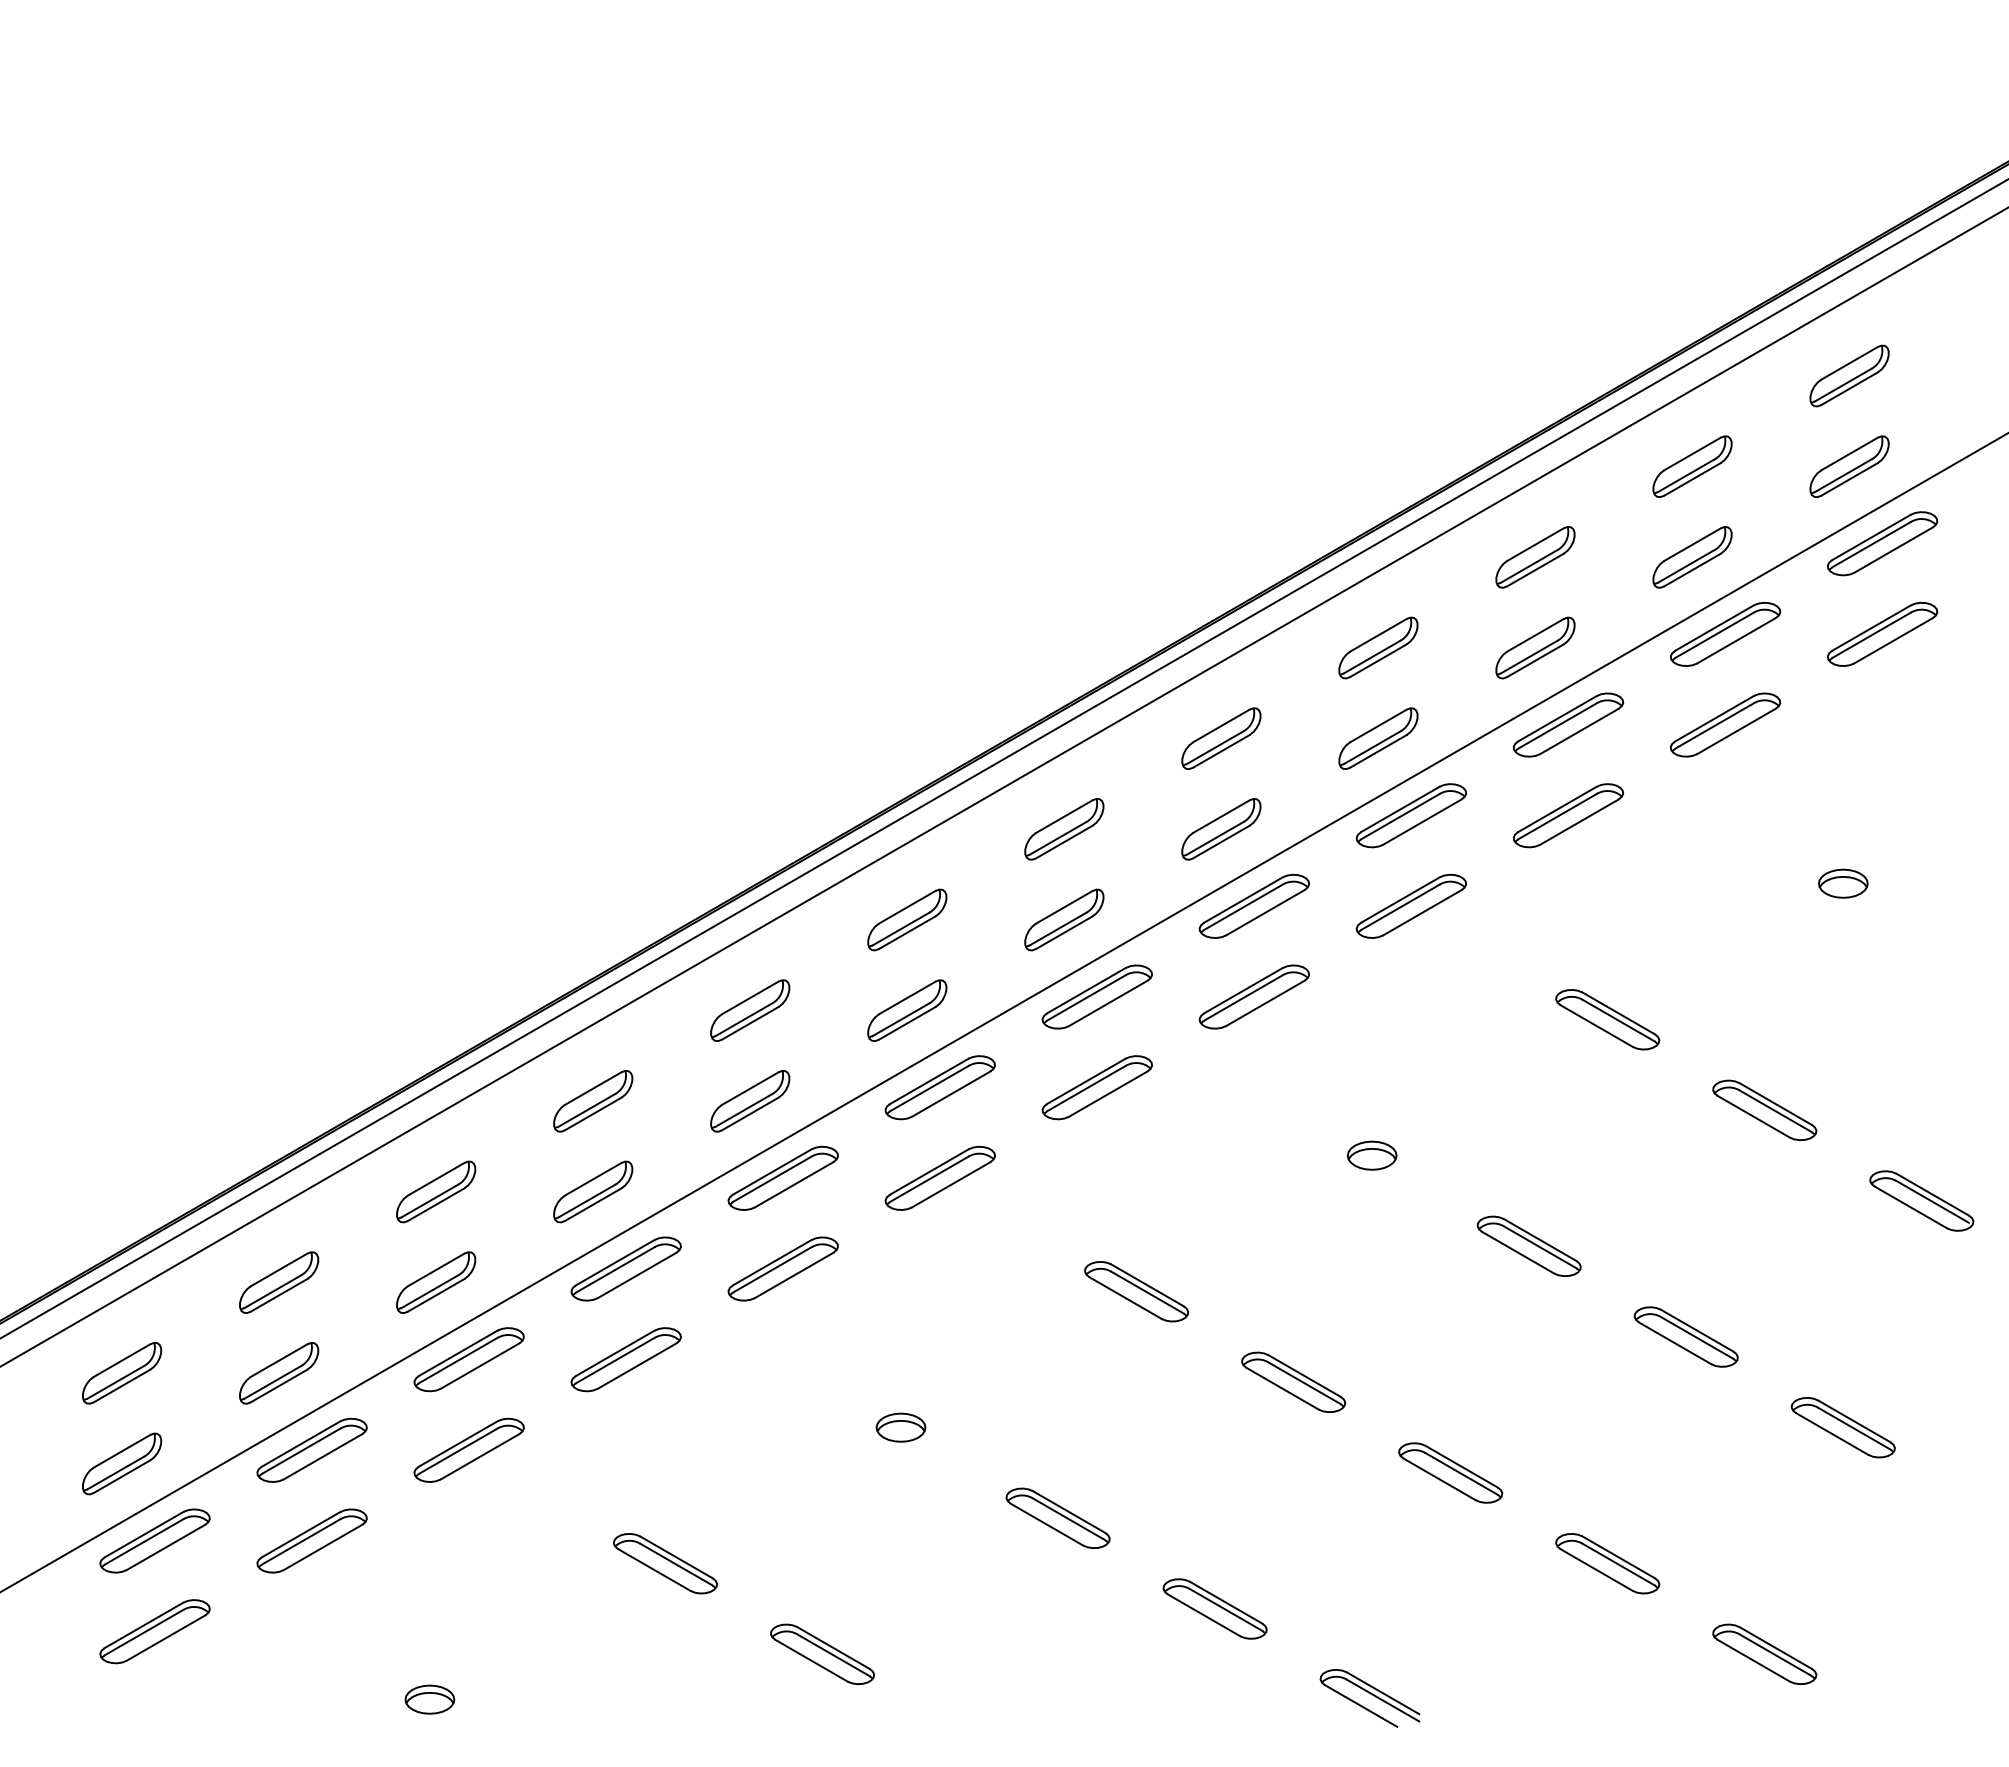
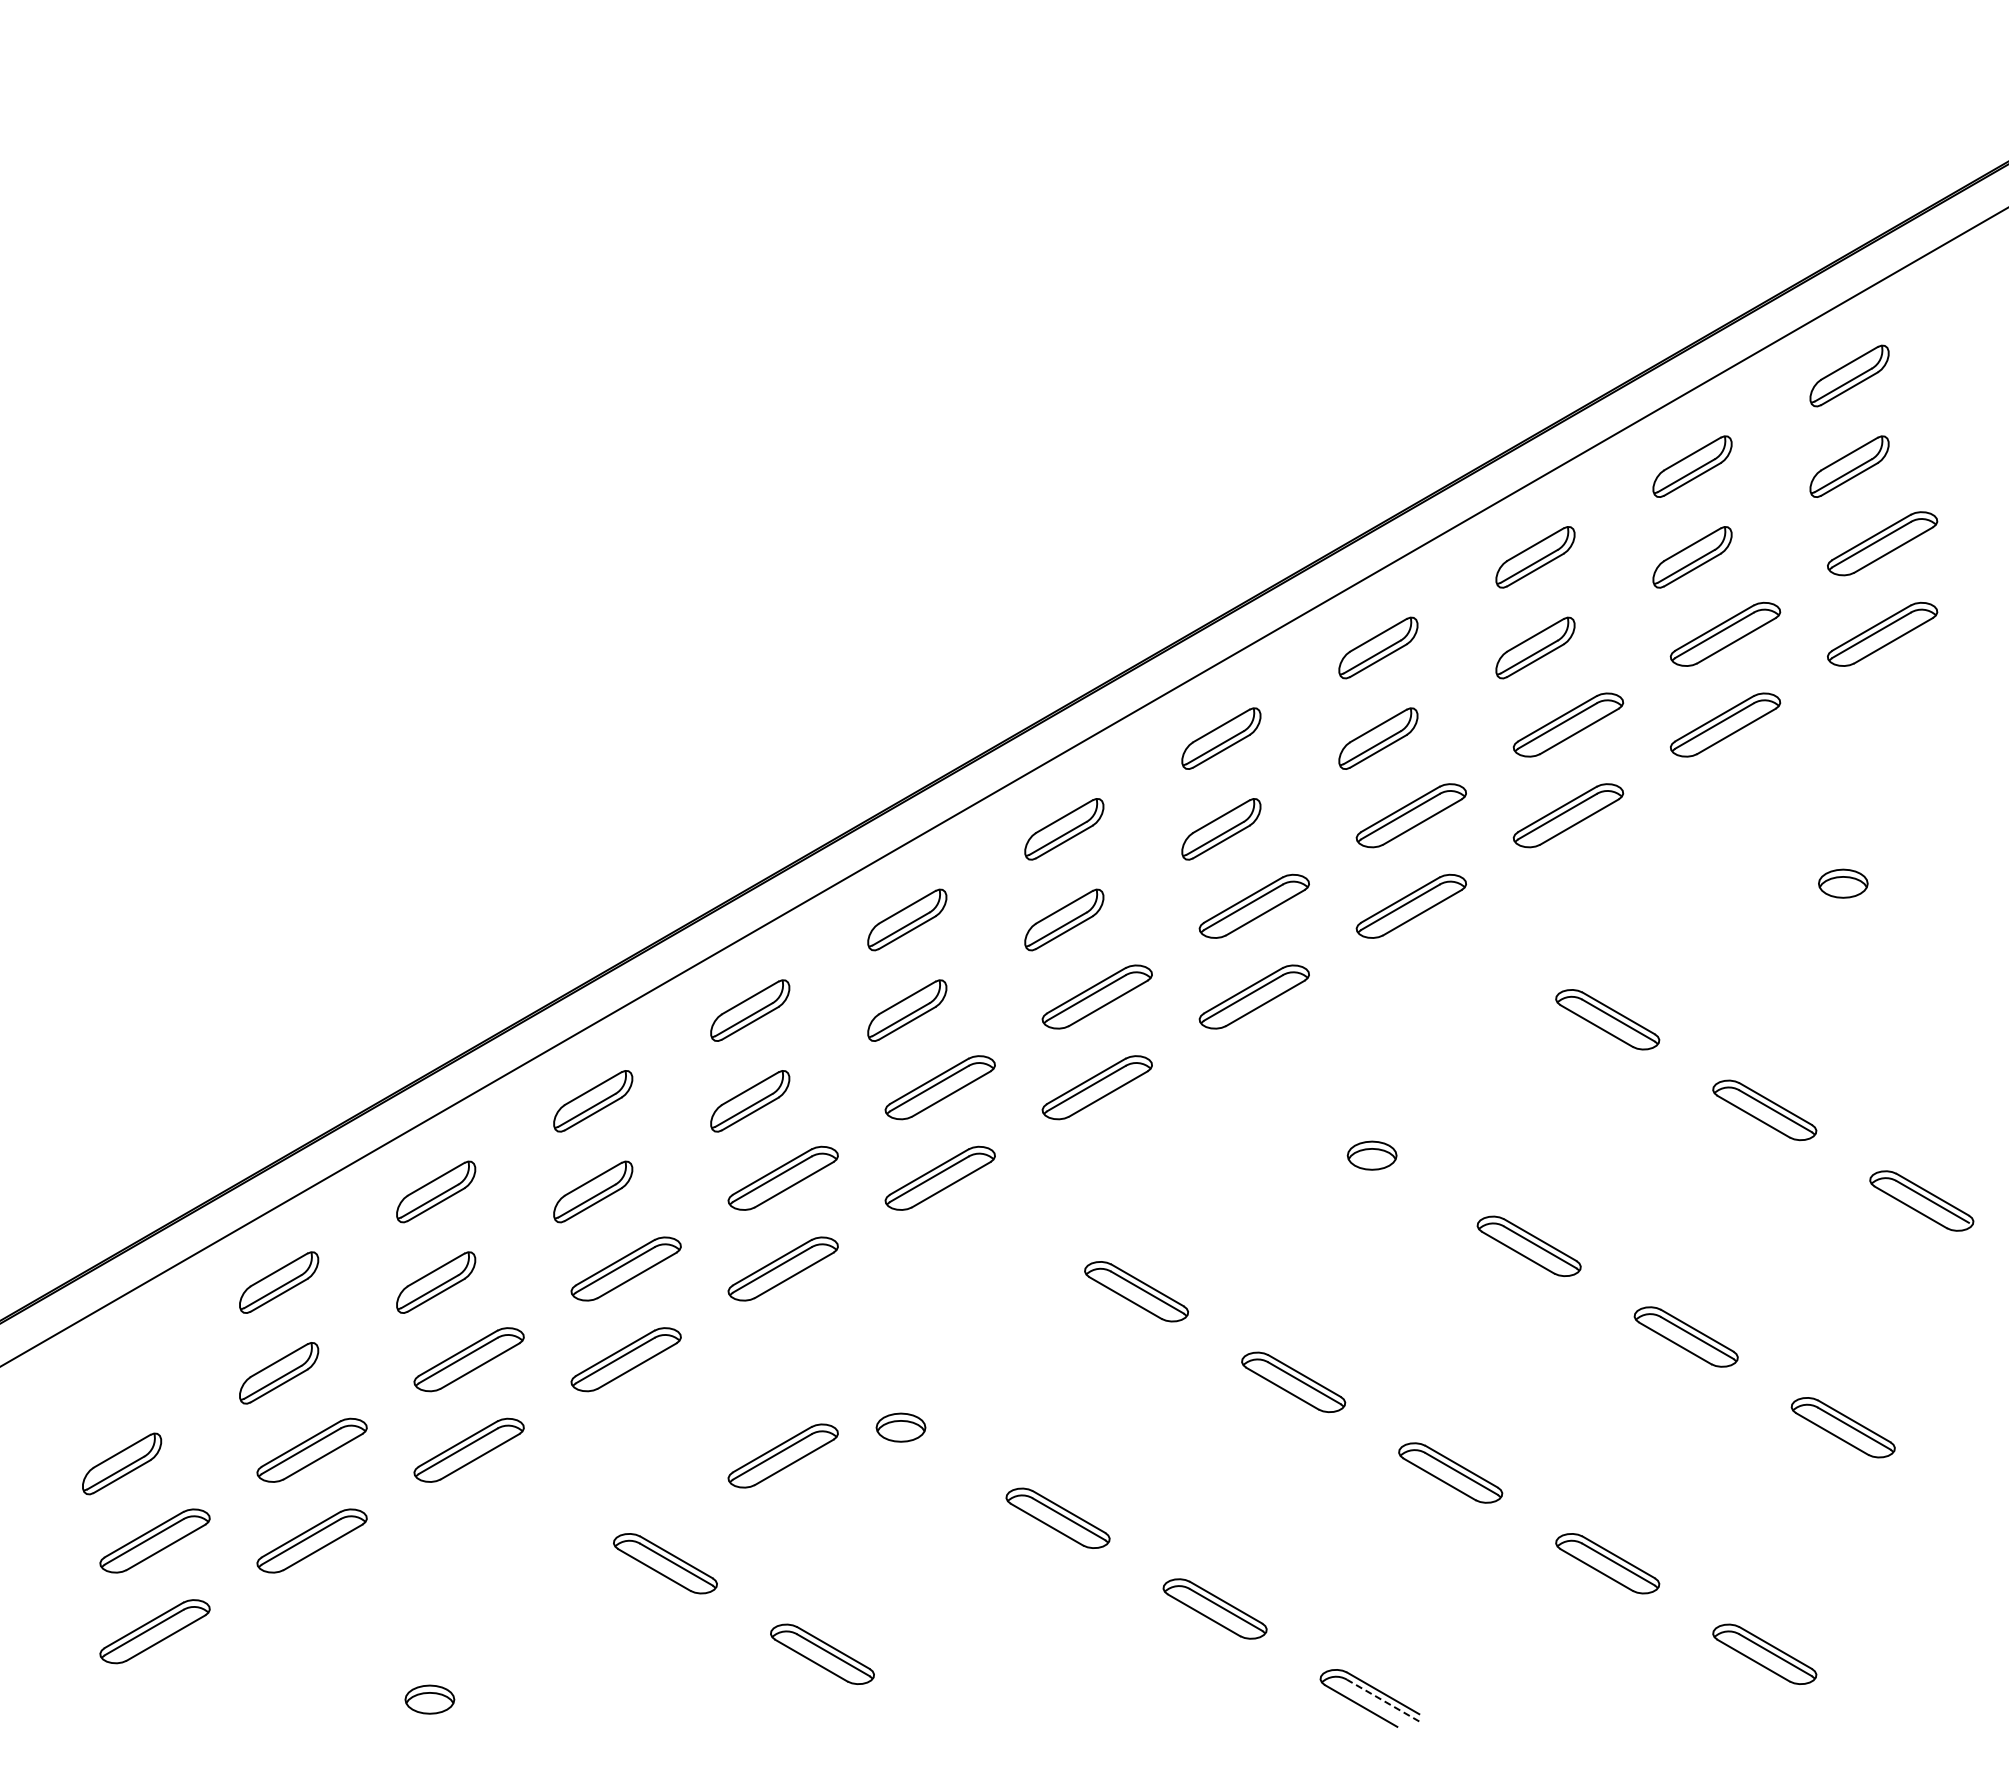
line at (1003, 758): present -> none
line at (1003, 1012): present -> none
part at (122, 1373): present -> none
part at (782, 1455): none -> present
line at (1383, 1700): solid -> dashed
